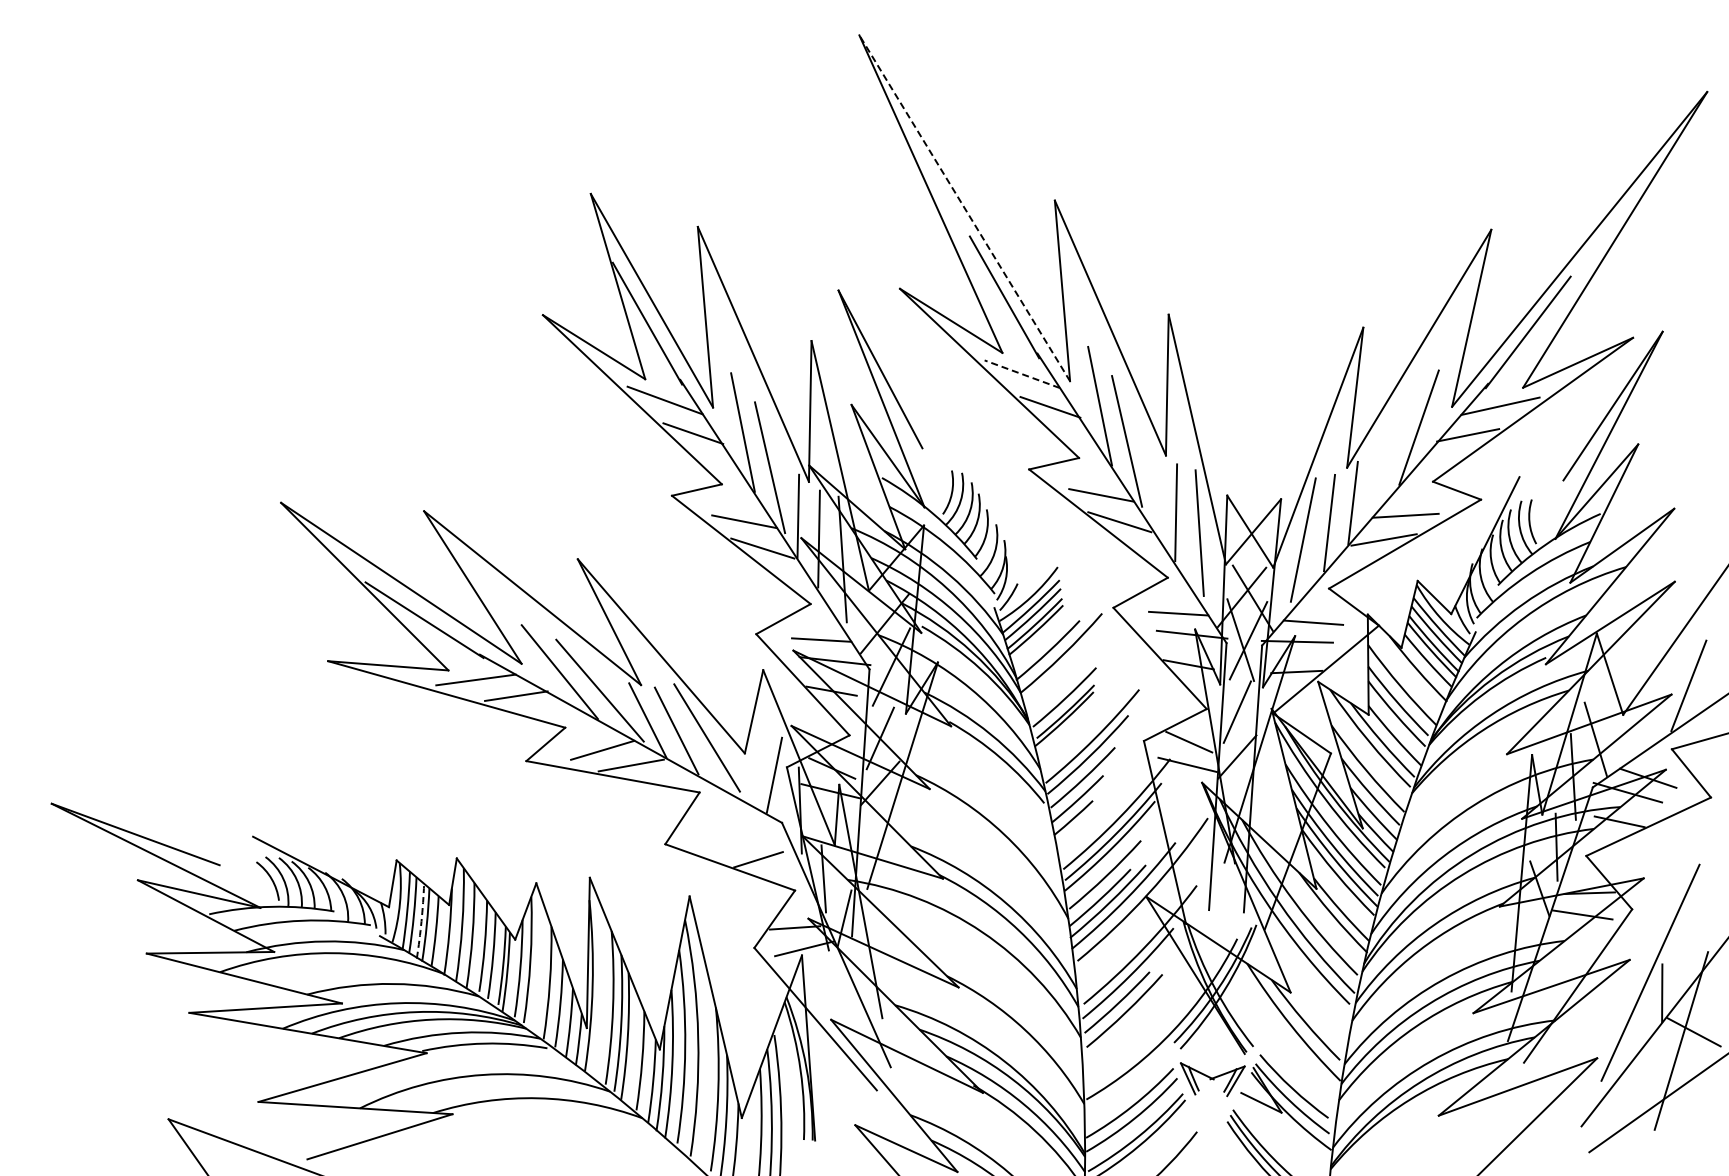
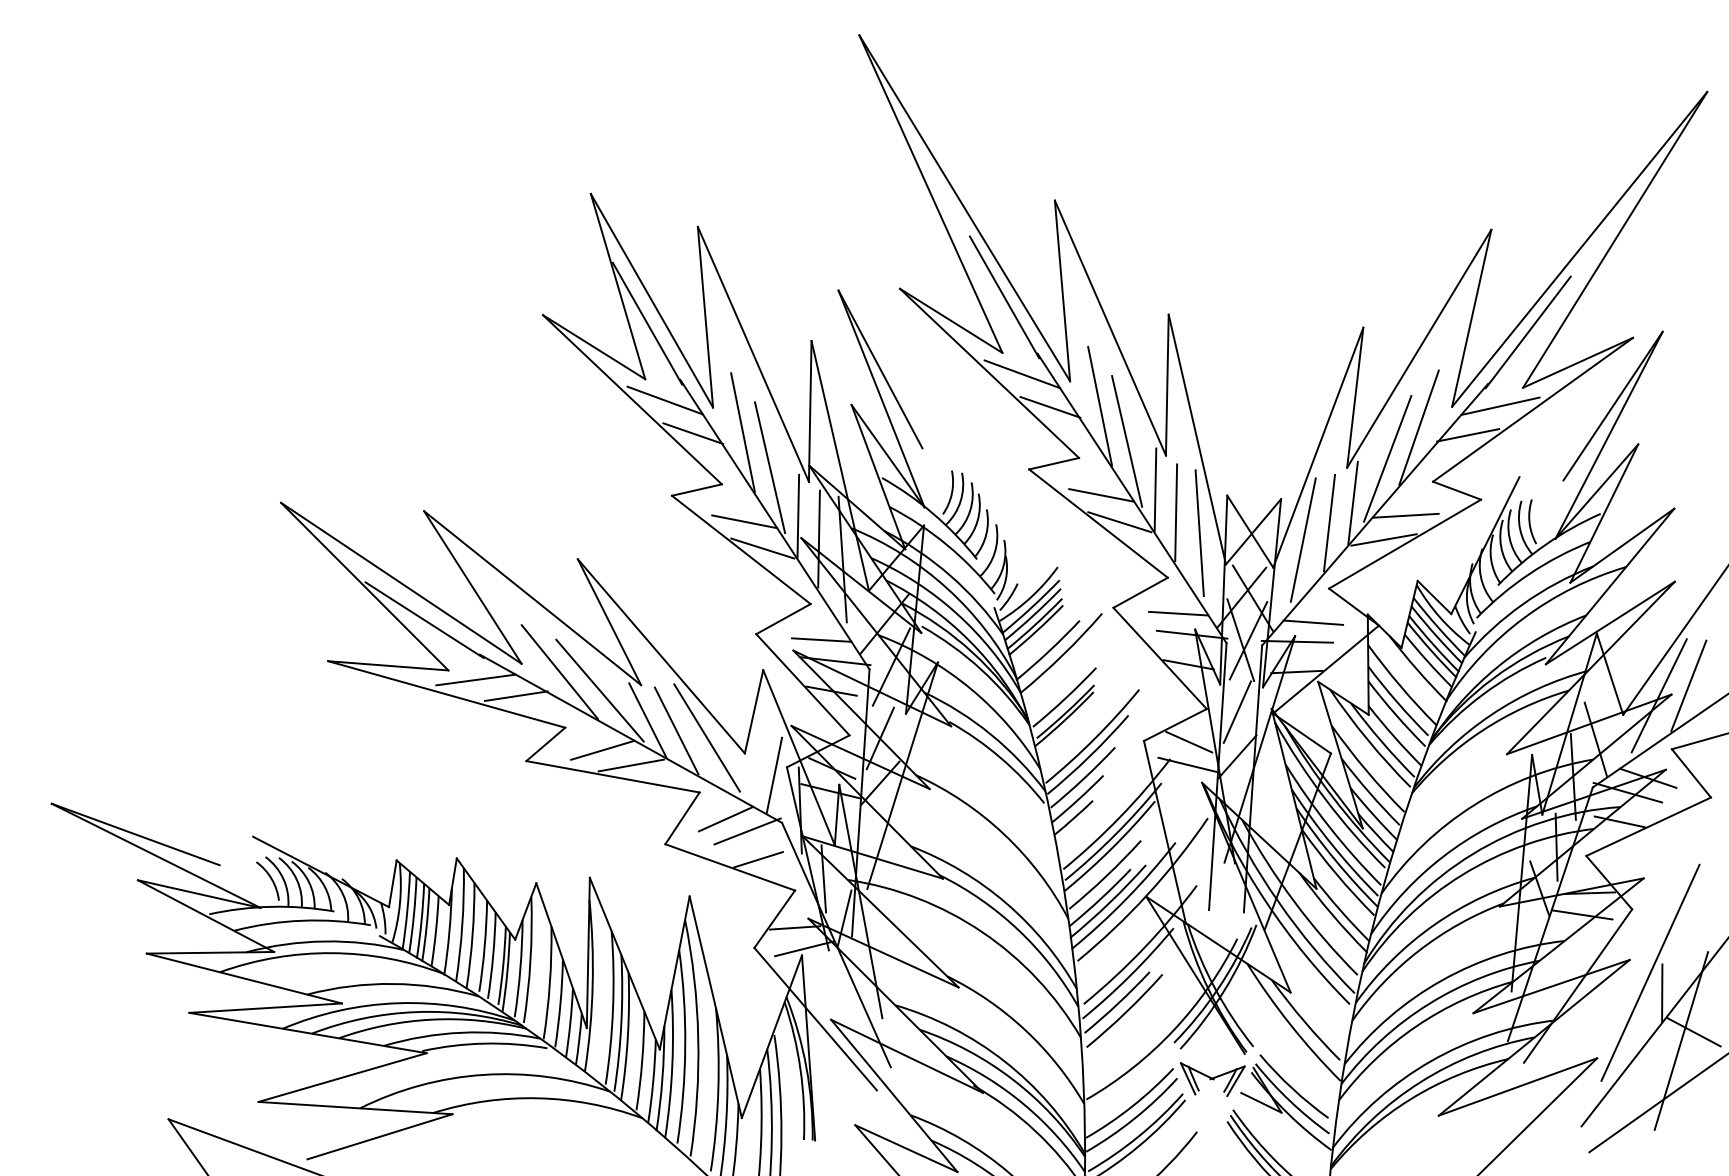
line at (964, 208): dashed -> solid
line at (1021, 374): dashed -> solid
line at (1387, 458): none -> present
line at (1155, 489): none -> present
line at (1658, 695): none -> present
line at (725, 818): none -> present
line at (747, 831): none -> present
arc at (421, 921): dashed -> solid
